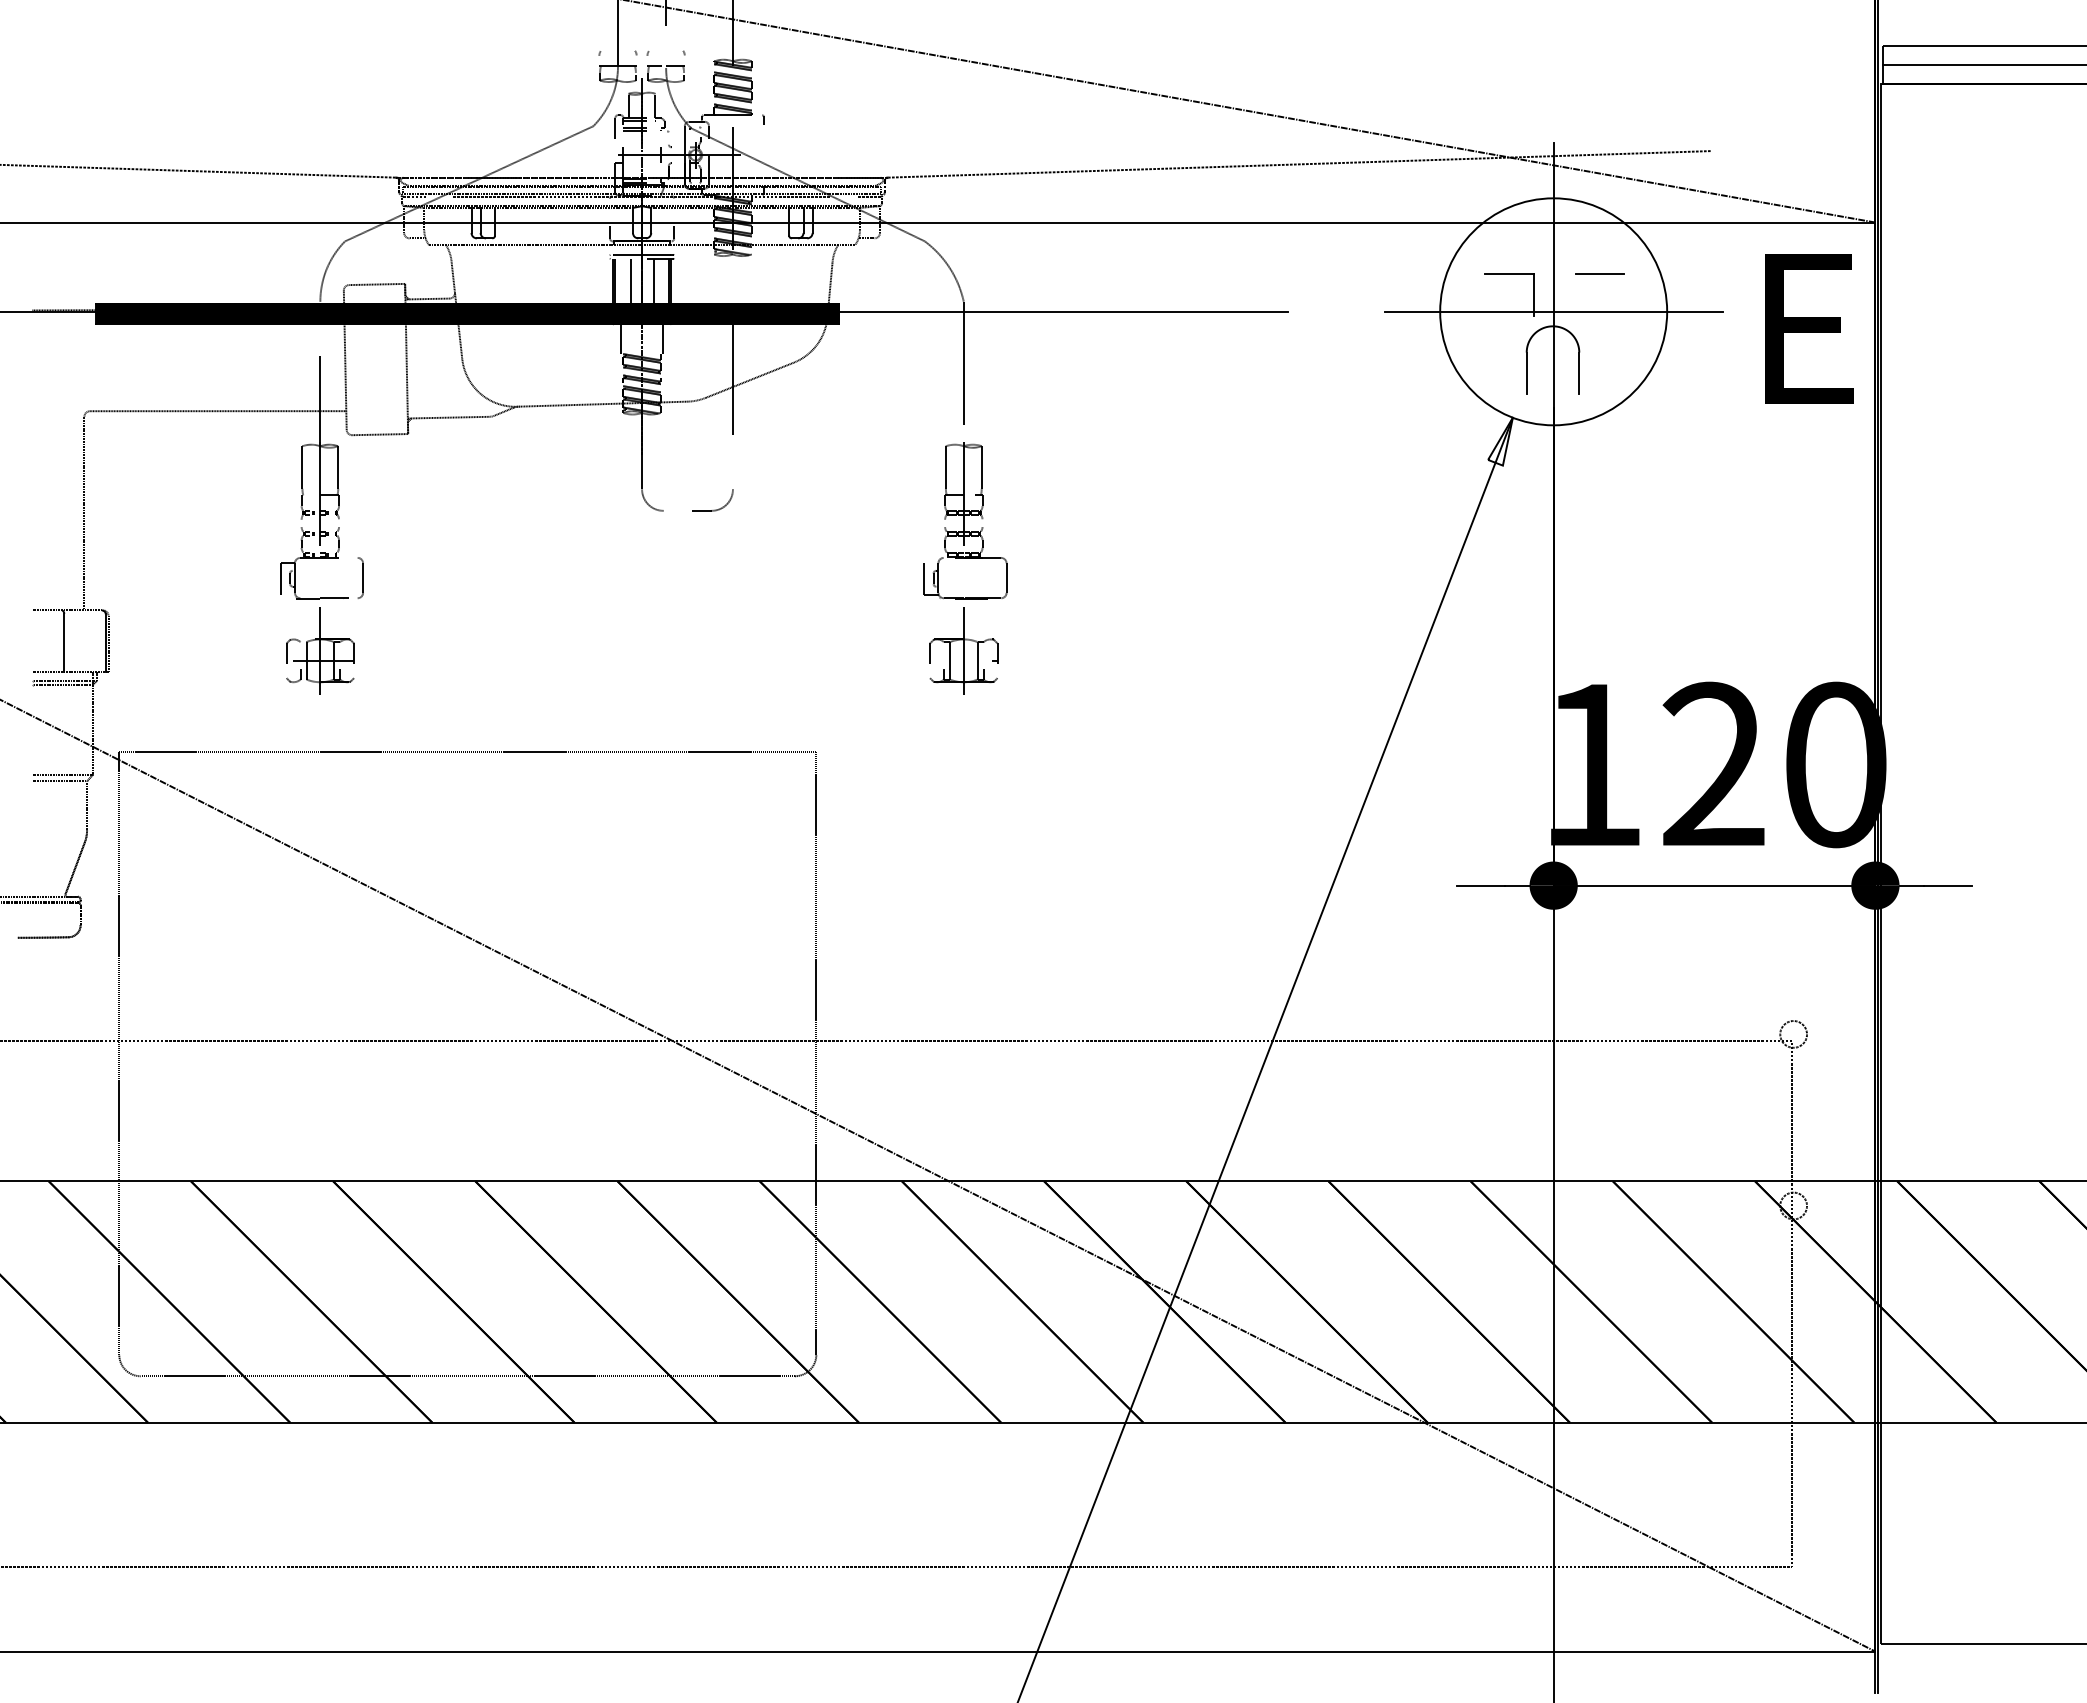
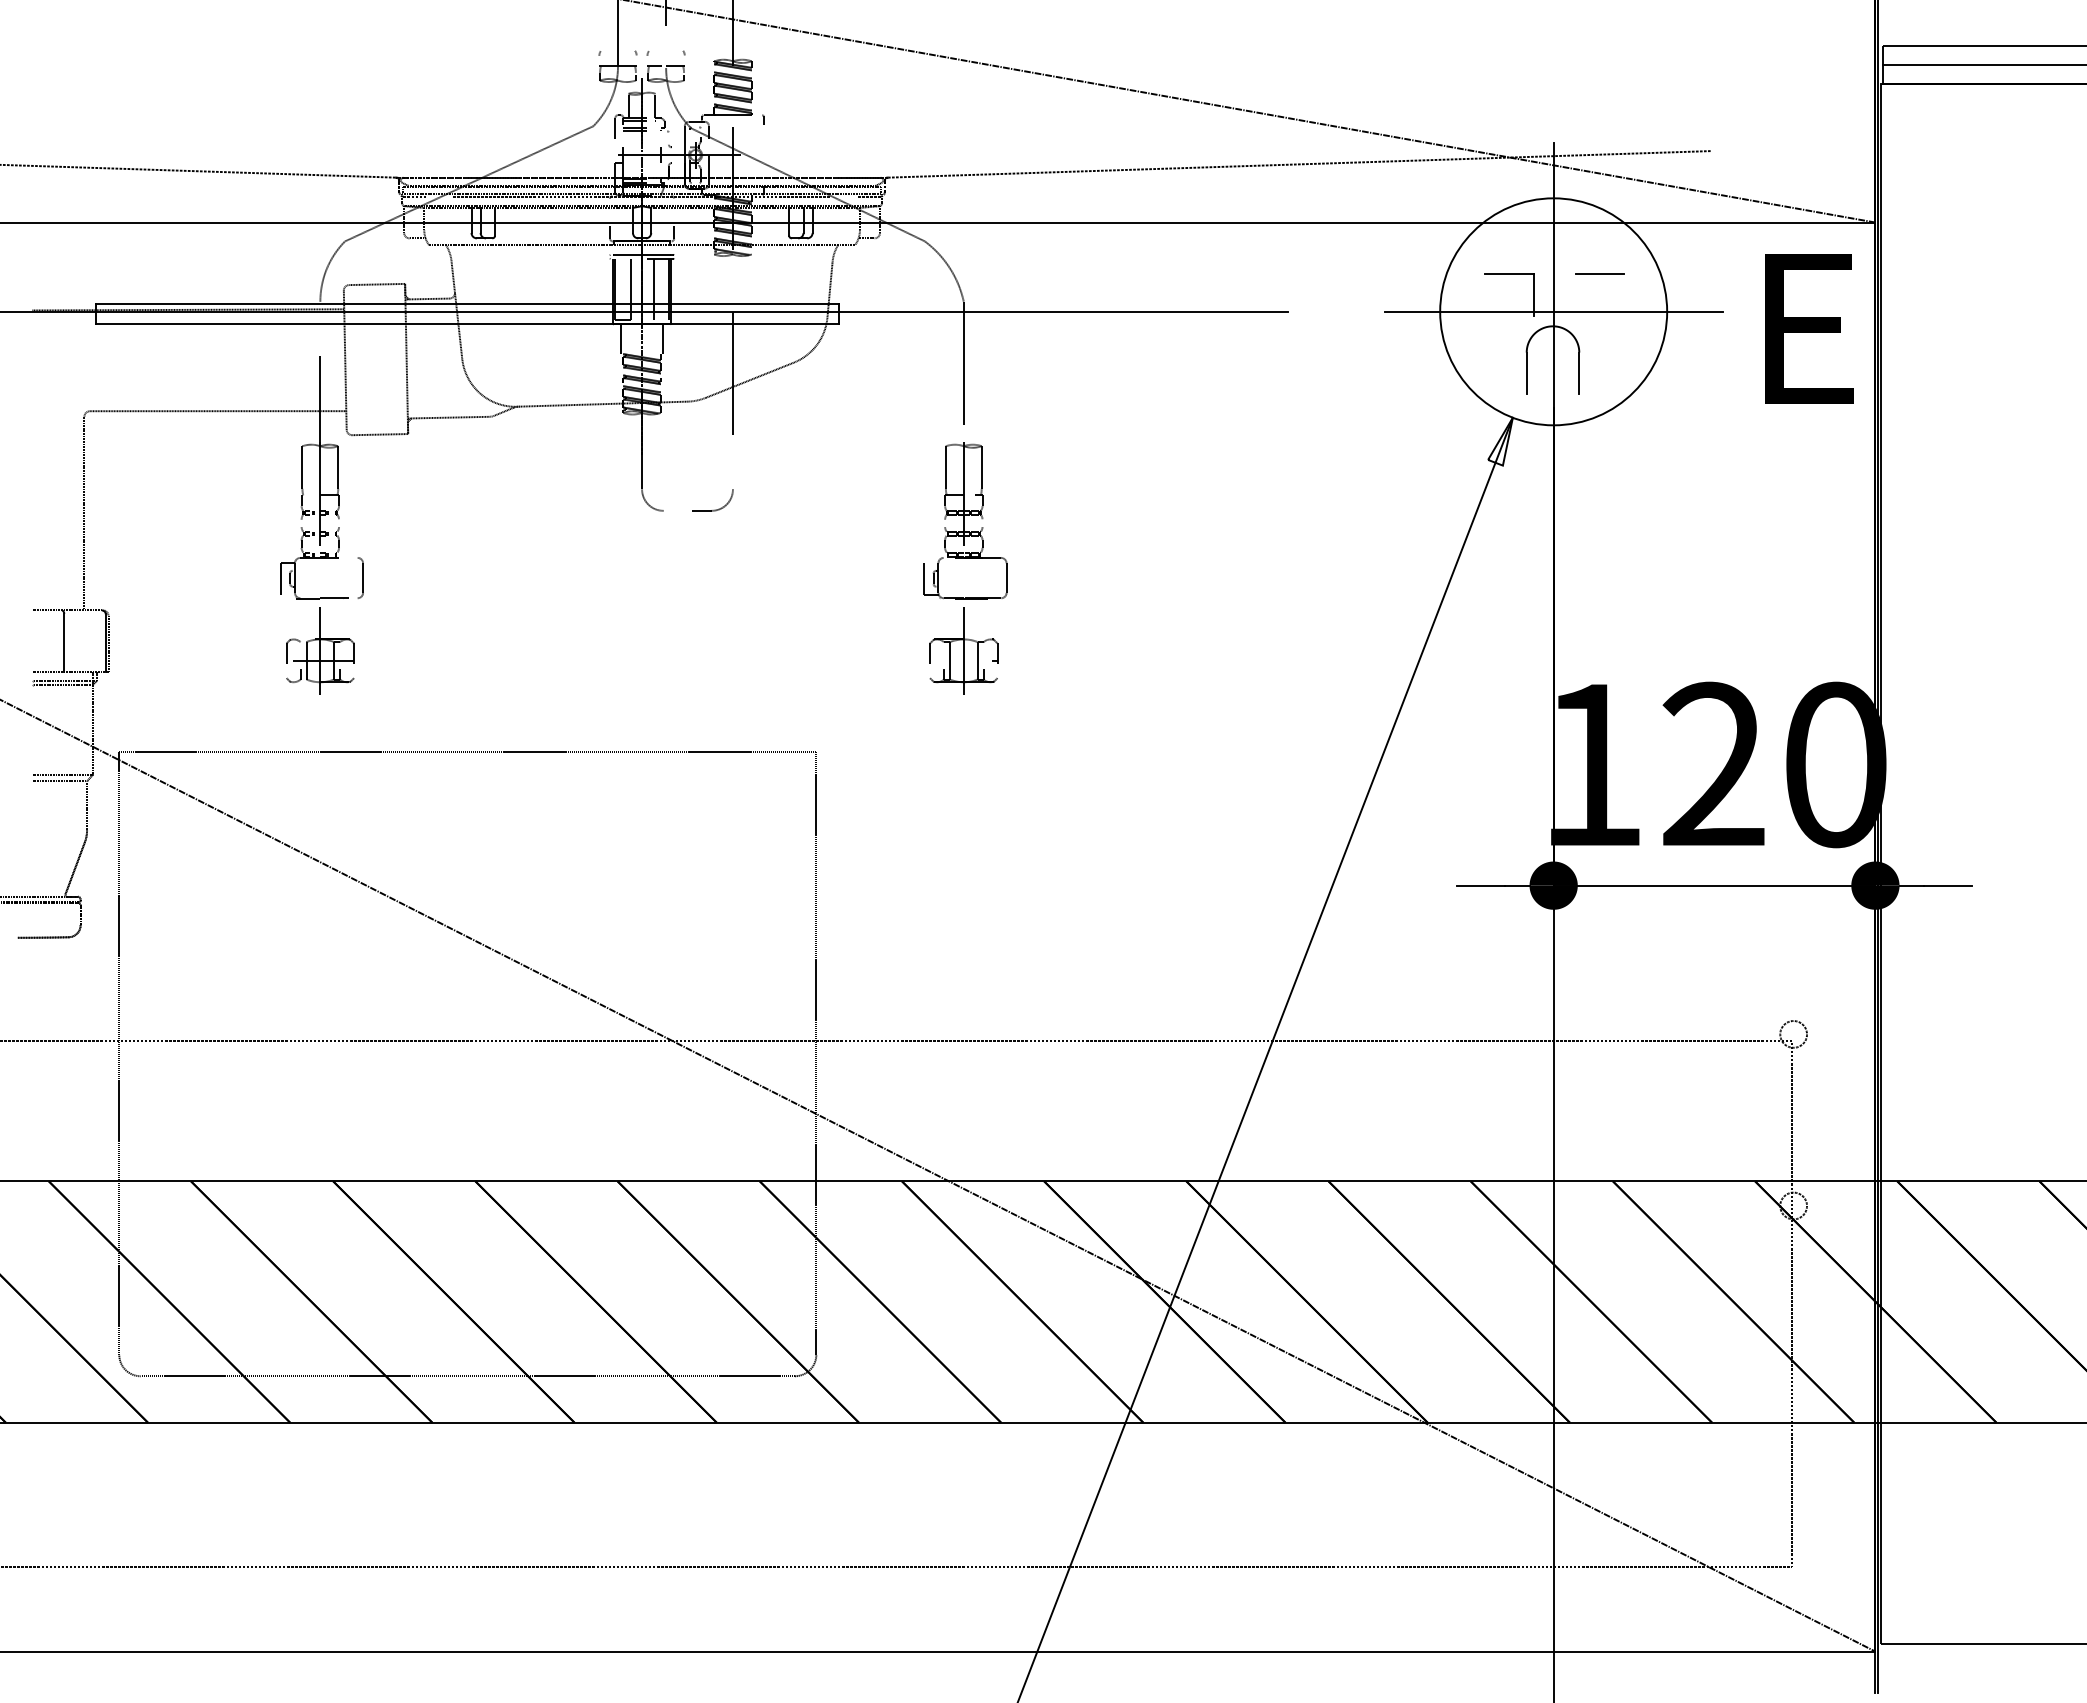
hatch at (467, 313): present -> none
